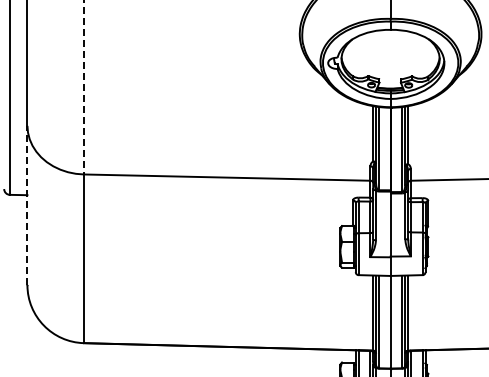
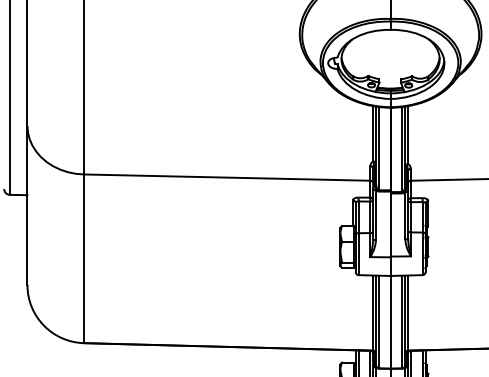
line at (84, 87): dashed -> solid
line at (27, 205): dashed -> solid
